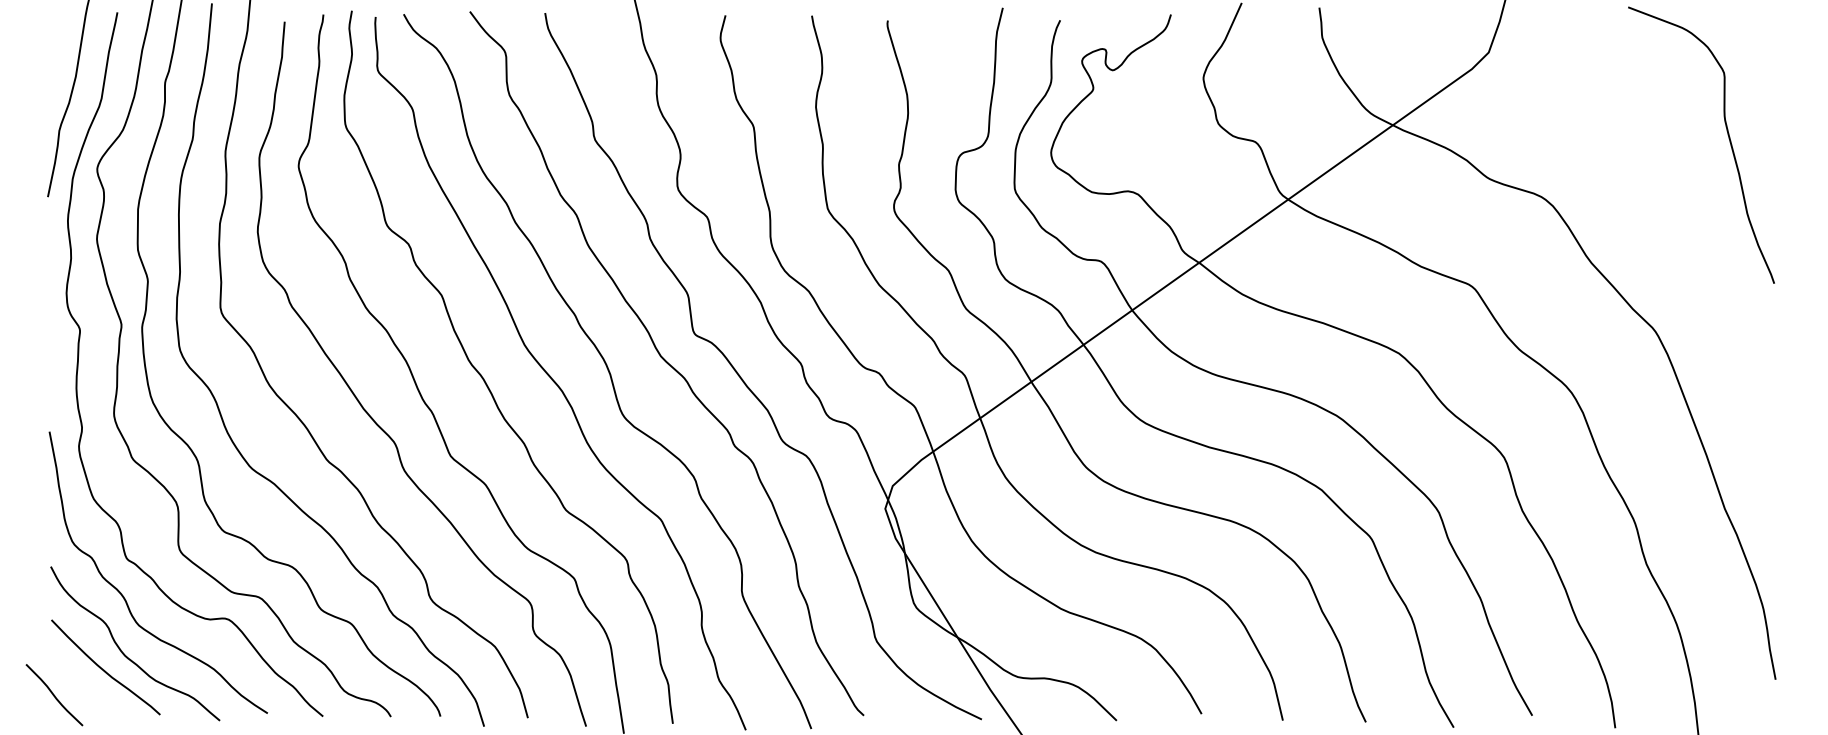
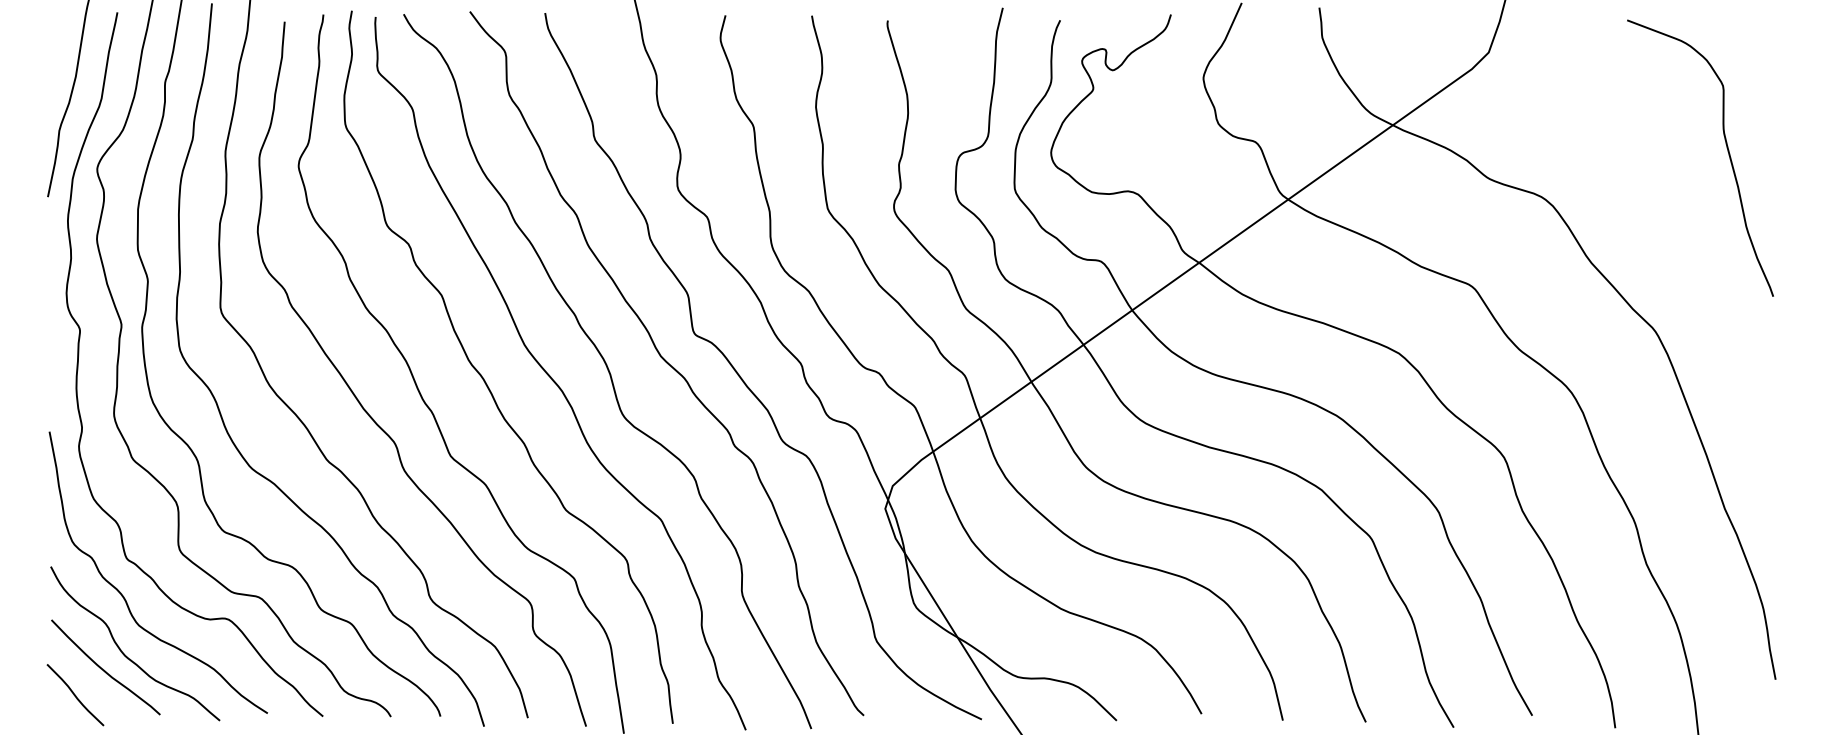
curve at (1727, 135) position: (1727, 135) -> (1726, 148)
curve at (54, 695) position: (54, 695) -> (75, 695)
